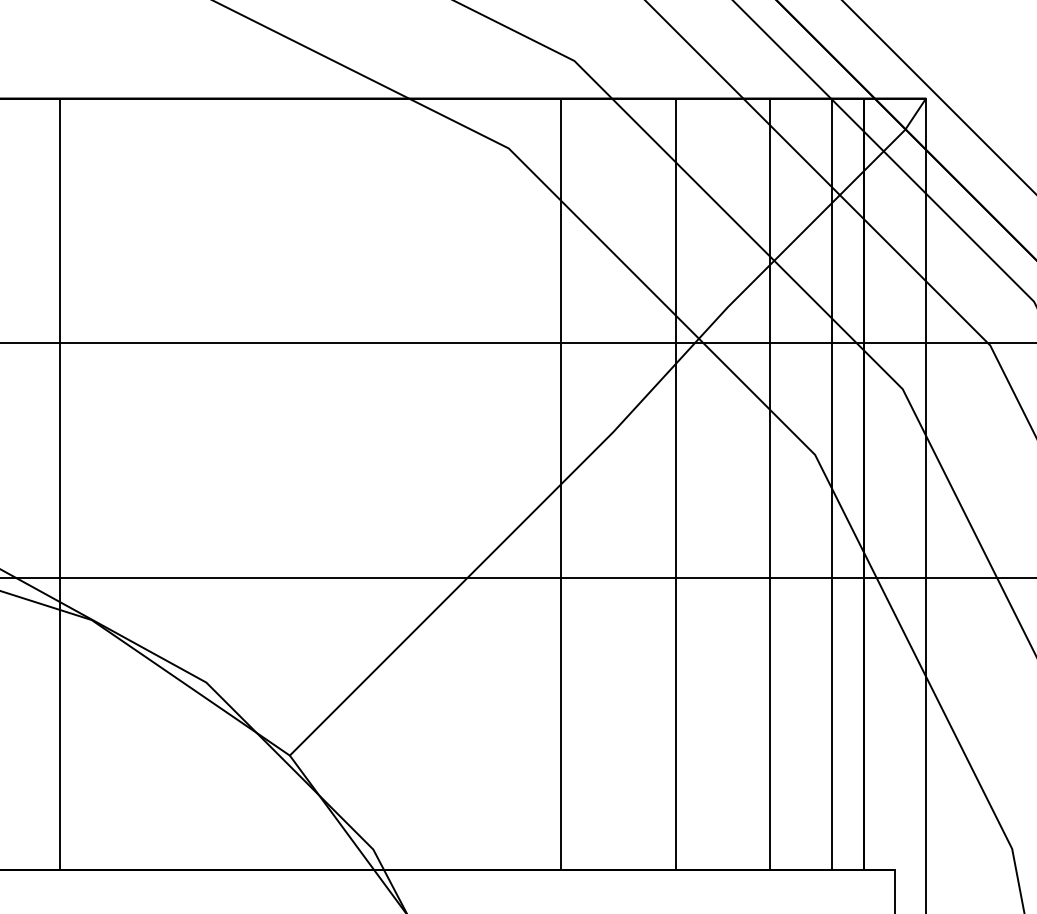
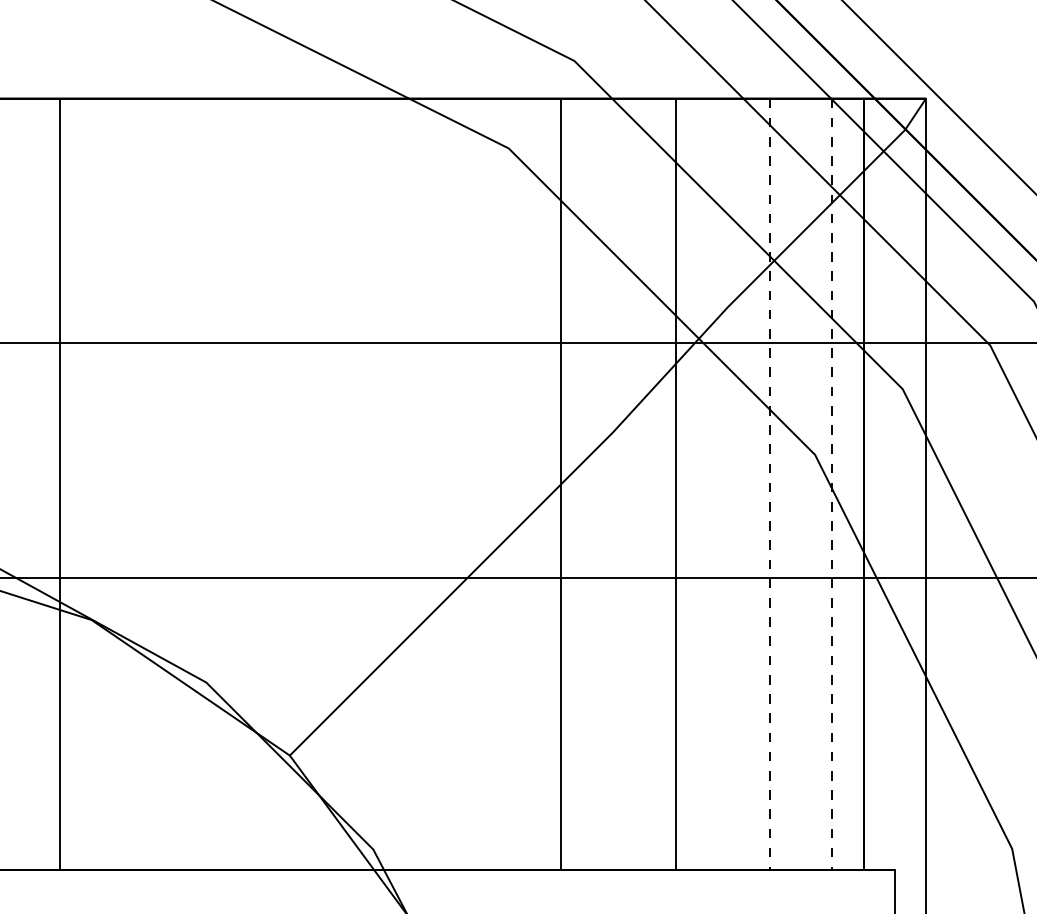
line at (769, 484): solid -> dashed
line at (832, 484): solid -> dashed
